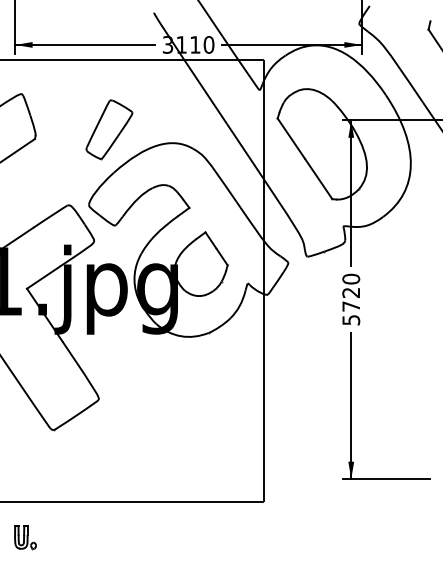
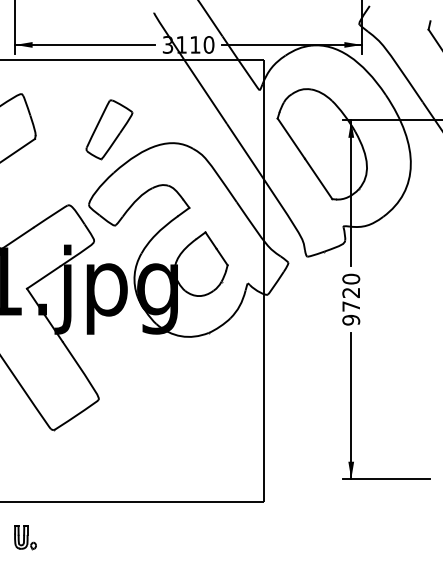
text at (350, 319): 5720 -> 9720
